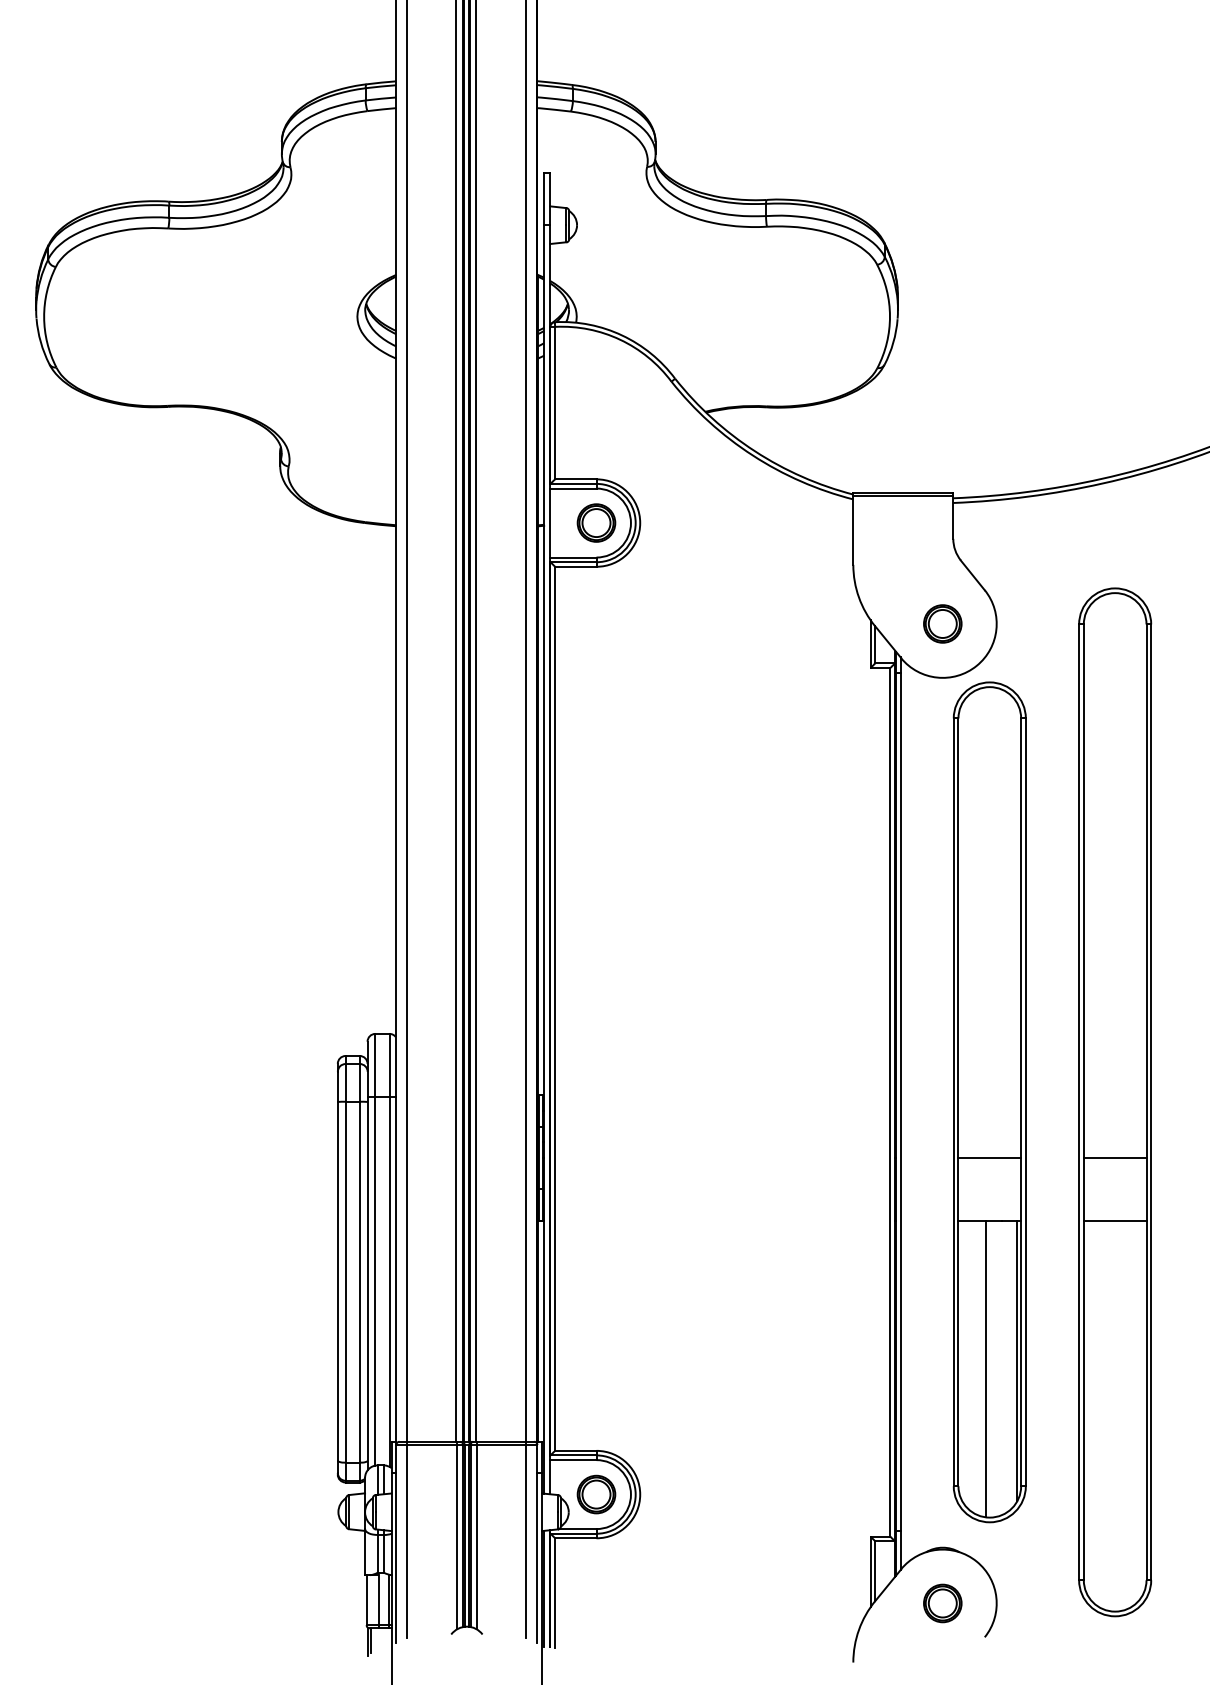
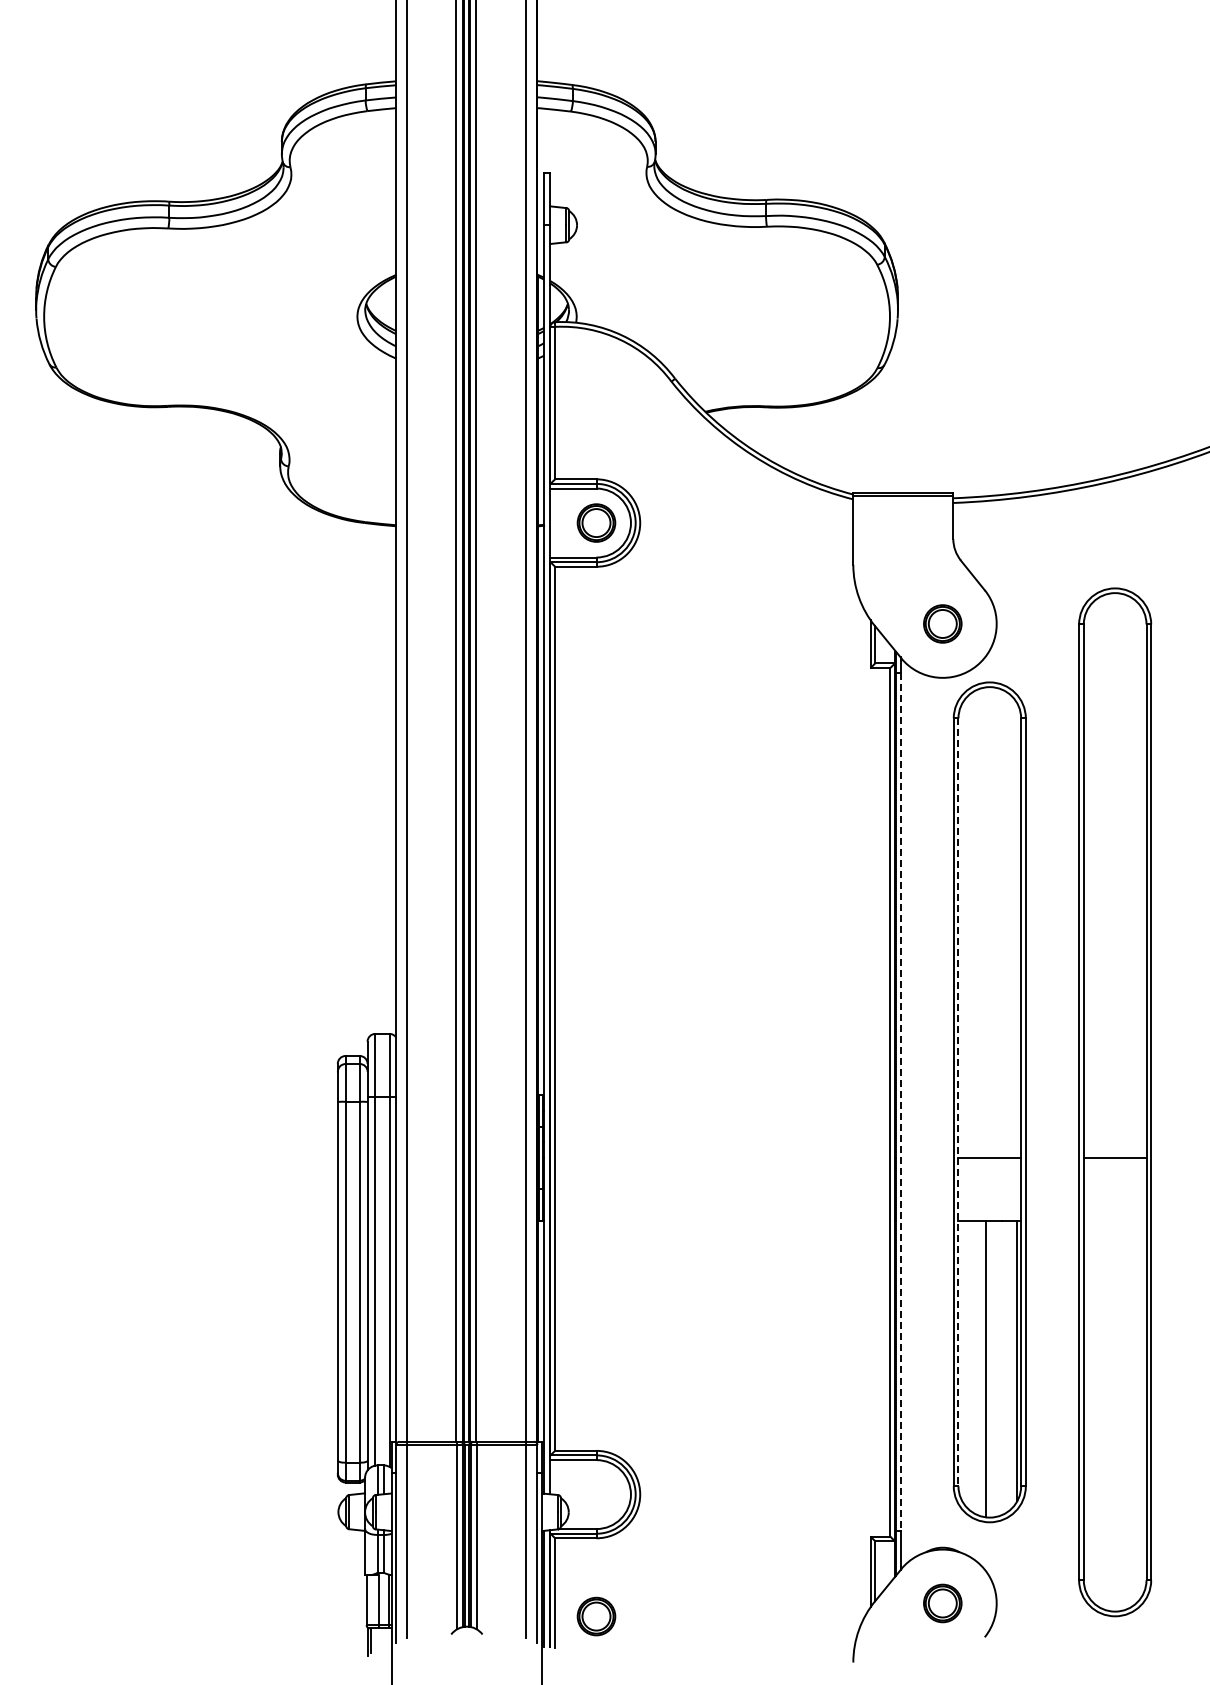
line at (900, 1102): solid -> dashed
line at (958, 1102): solid -> dashed
line at (1114, 1220): present -> none
part at (596, 1494) position: (596, 1494) -> (596, 1616)
